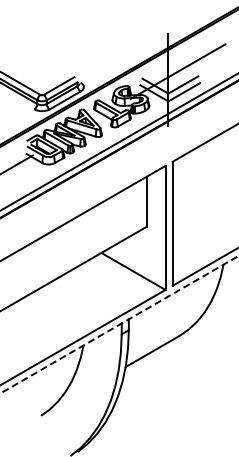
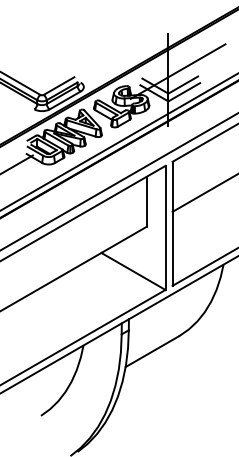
line at (118, 181): none -> present
line at (203, 193): none -> present
line at (120, 324): dashed -> solid
